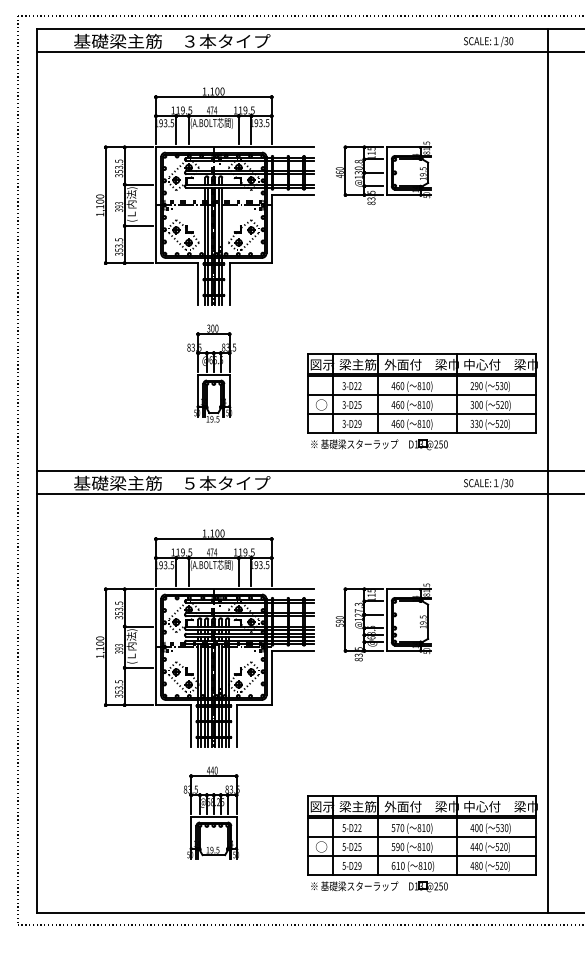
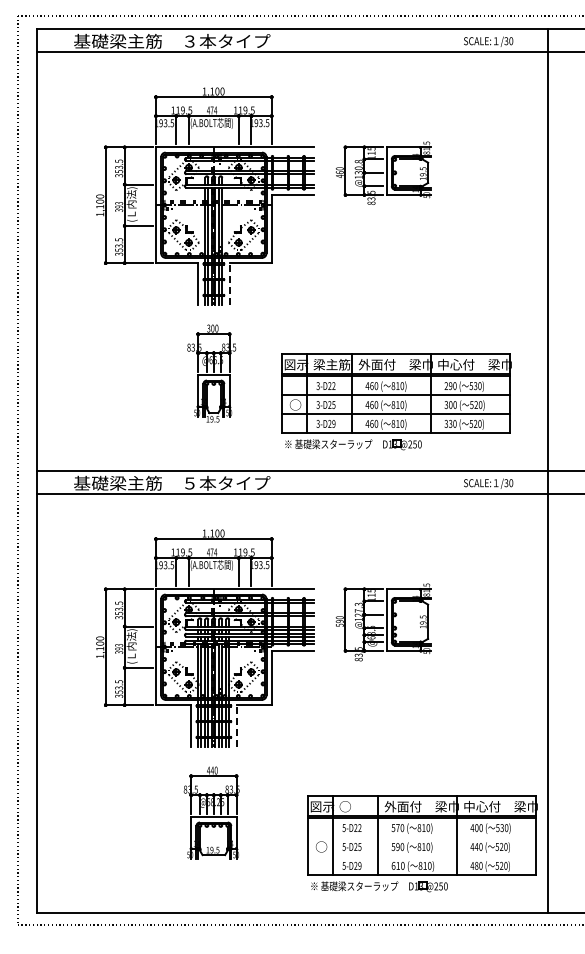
line at (229, 283): solid -> dashed
part at (422, 401) position: (422, 401) -> (396, 401)
line at (236, 725): solid -> dashed
text at (357, 806): 梁主筋 -> ○
line at (421, 836): present -> none
line at (421, 855): present -> none
